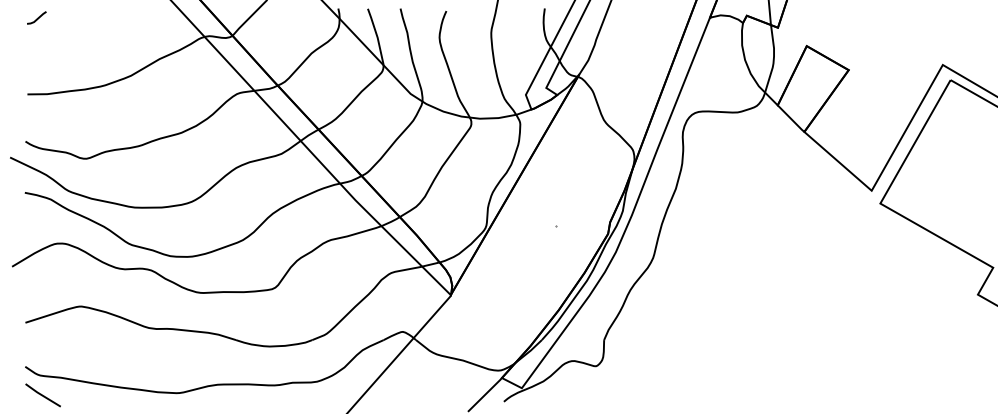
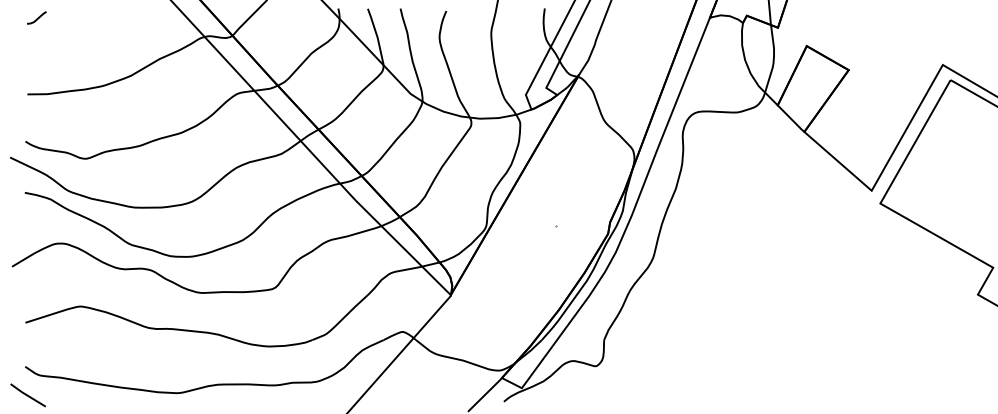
line at (42, 395) position: (42, 395) -> (27, 395)
